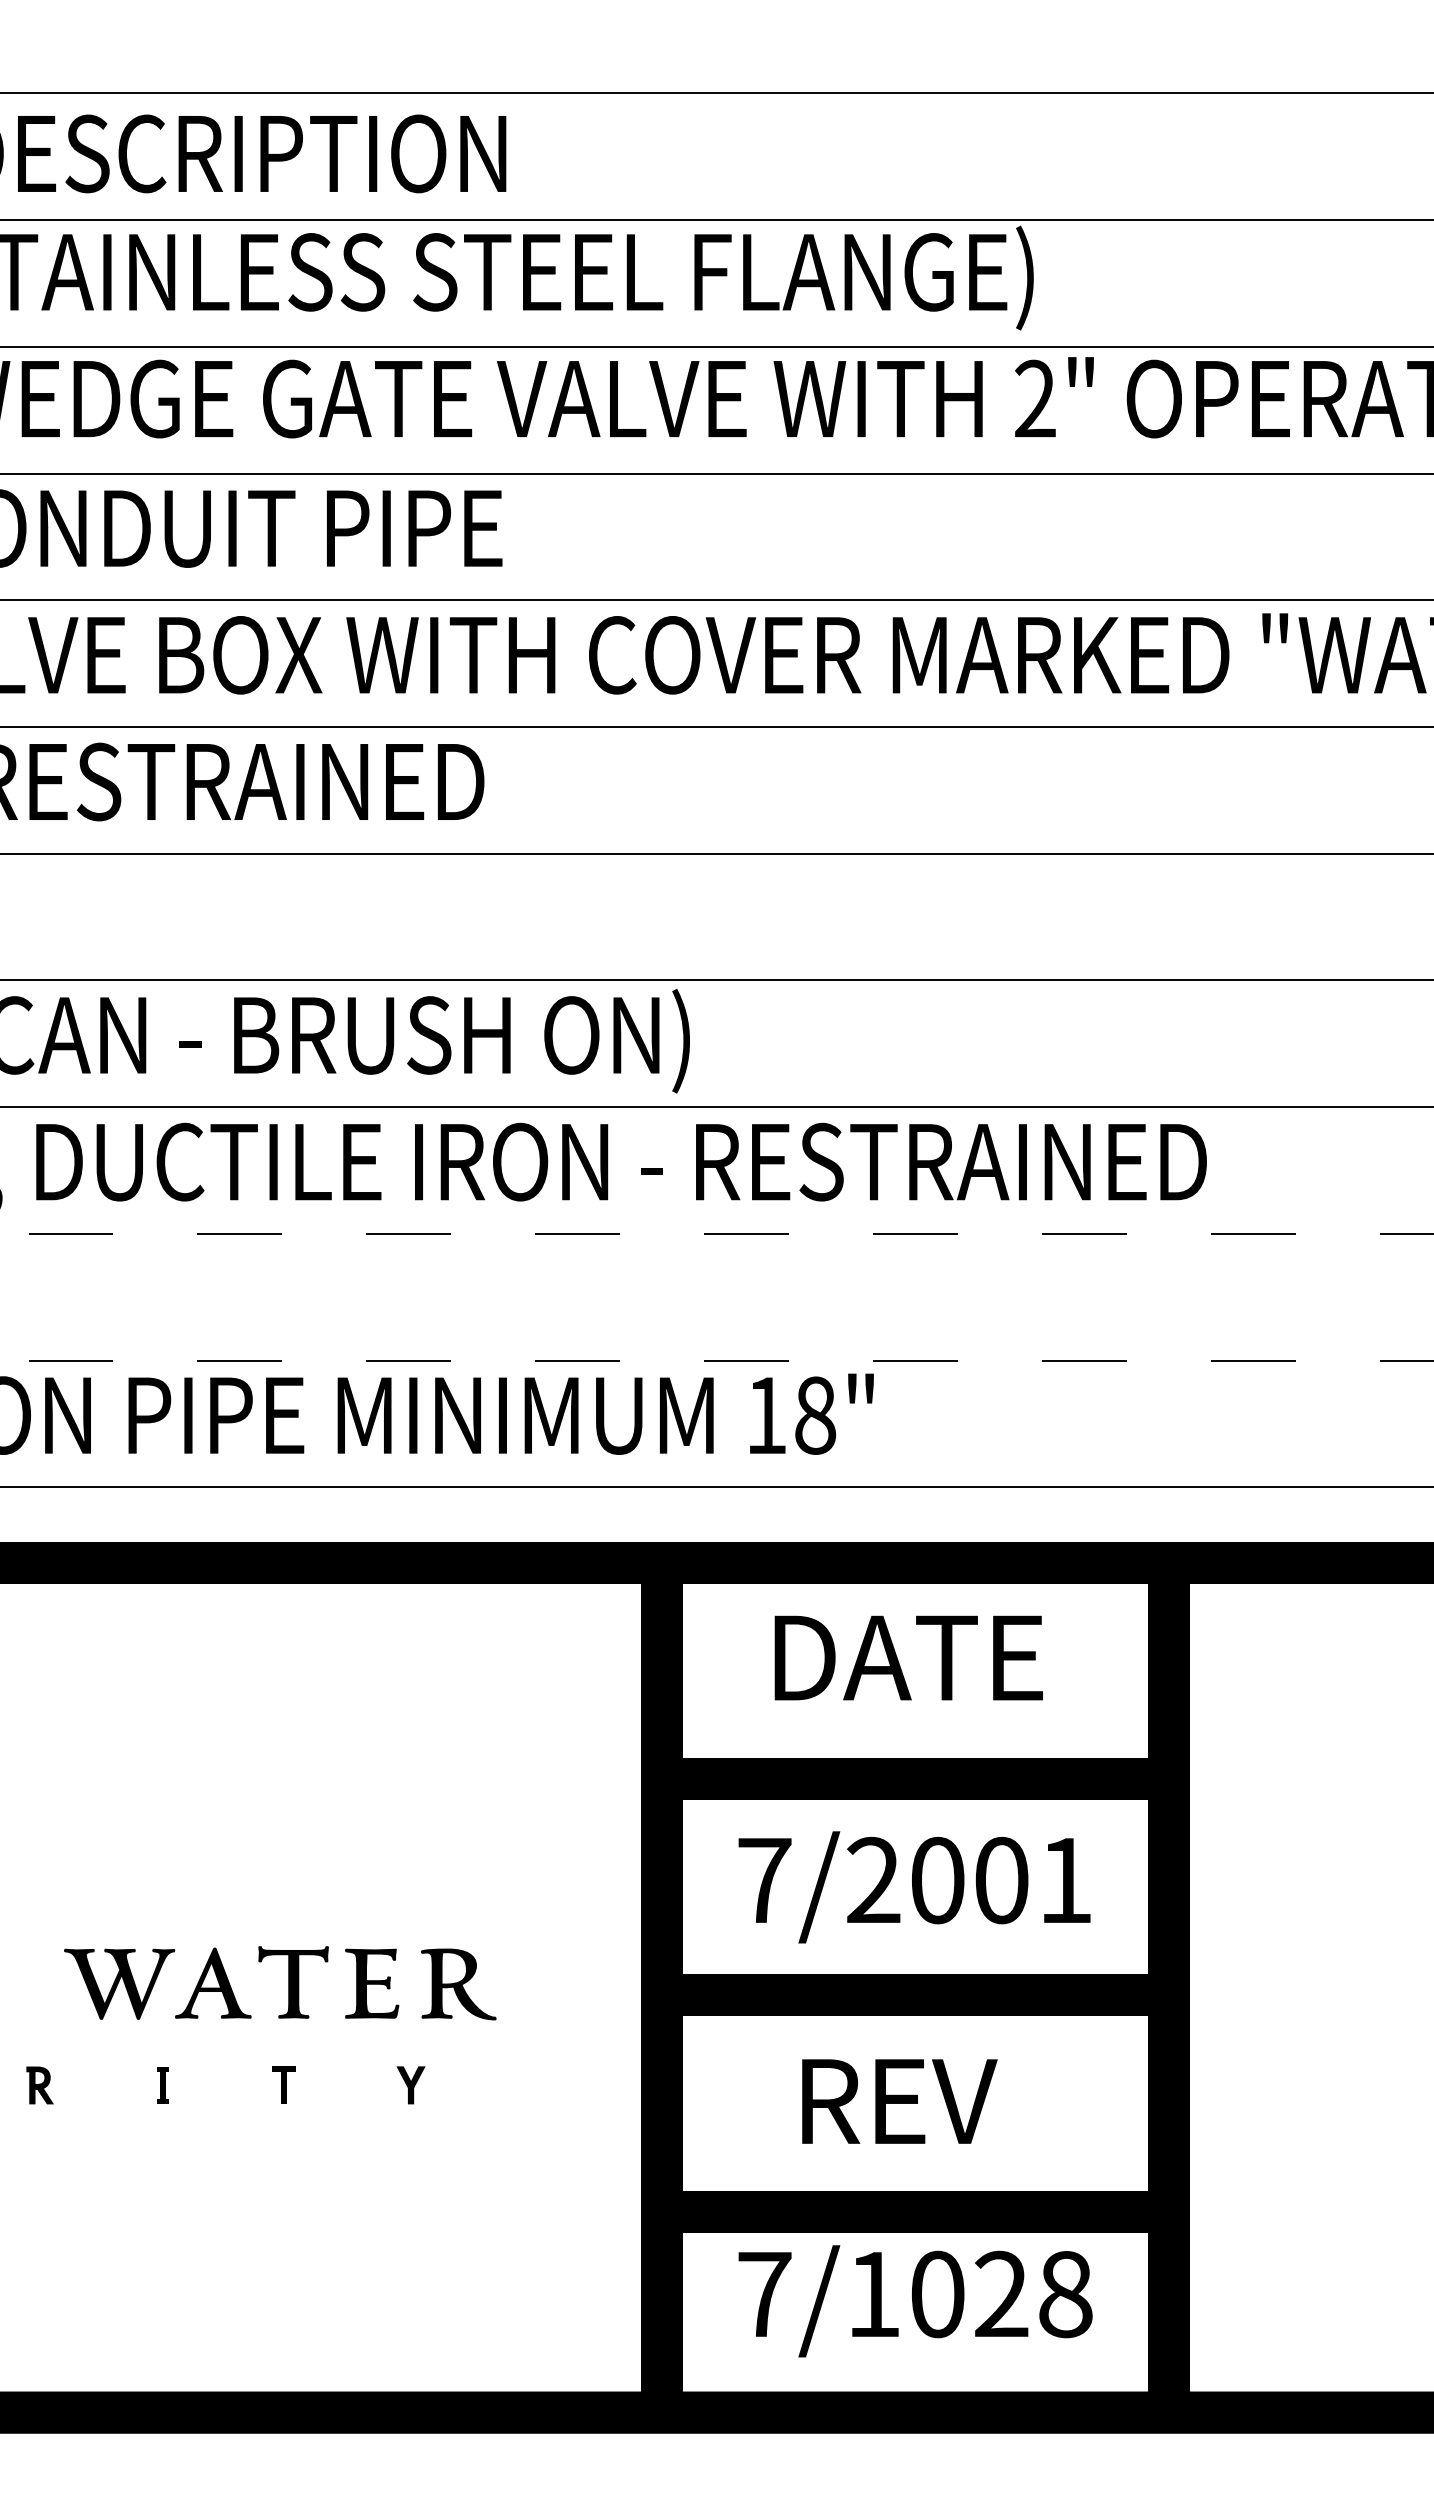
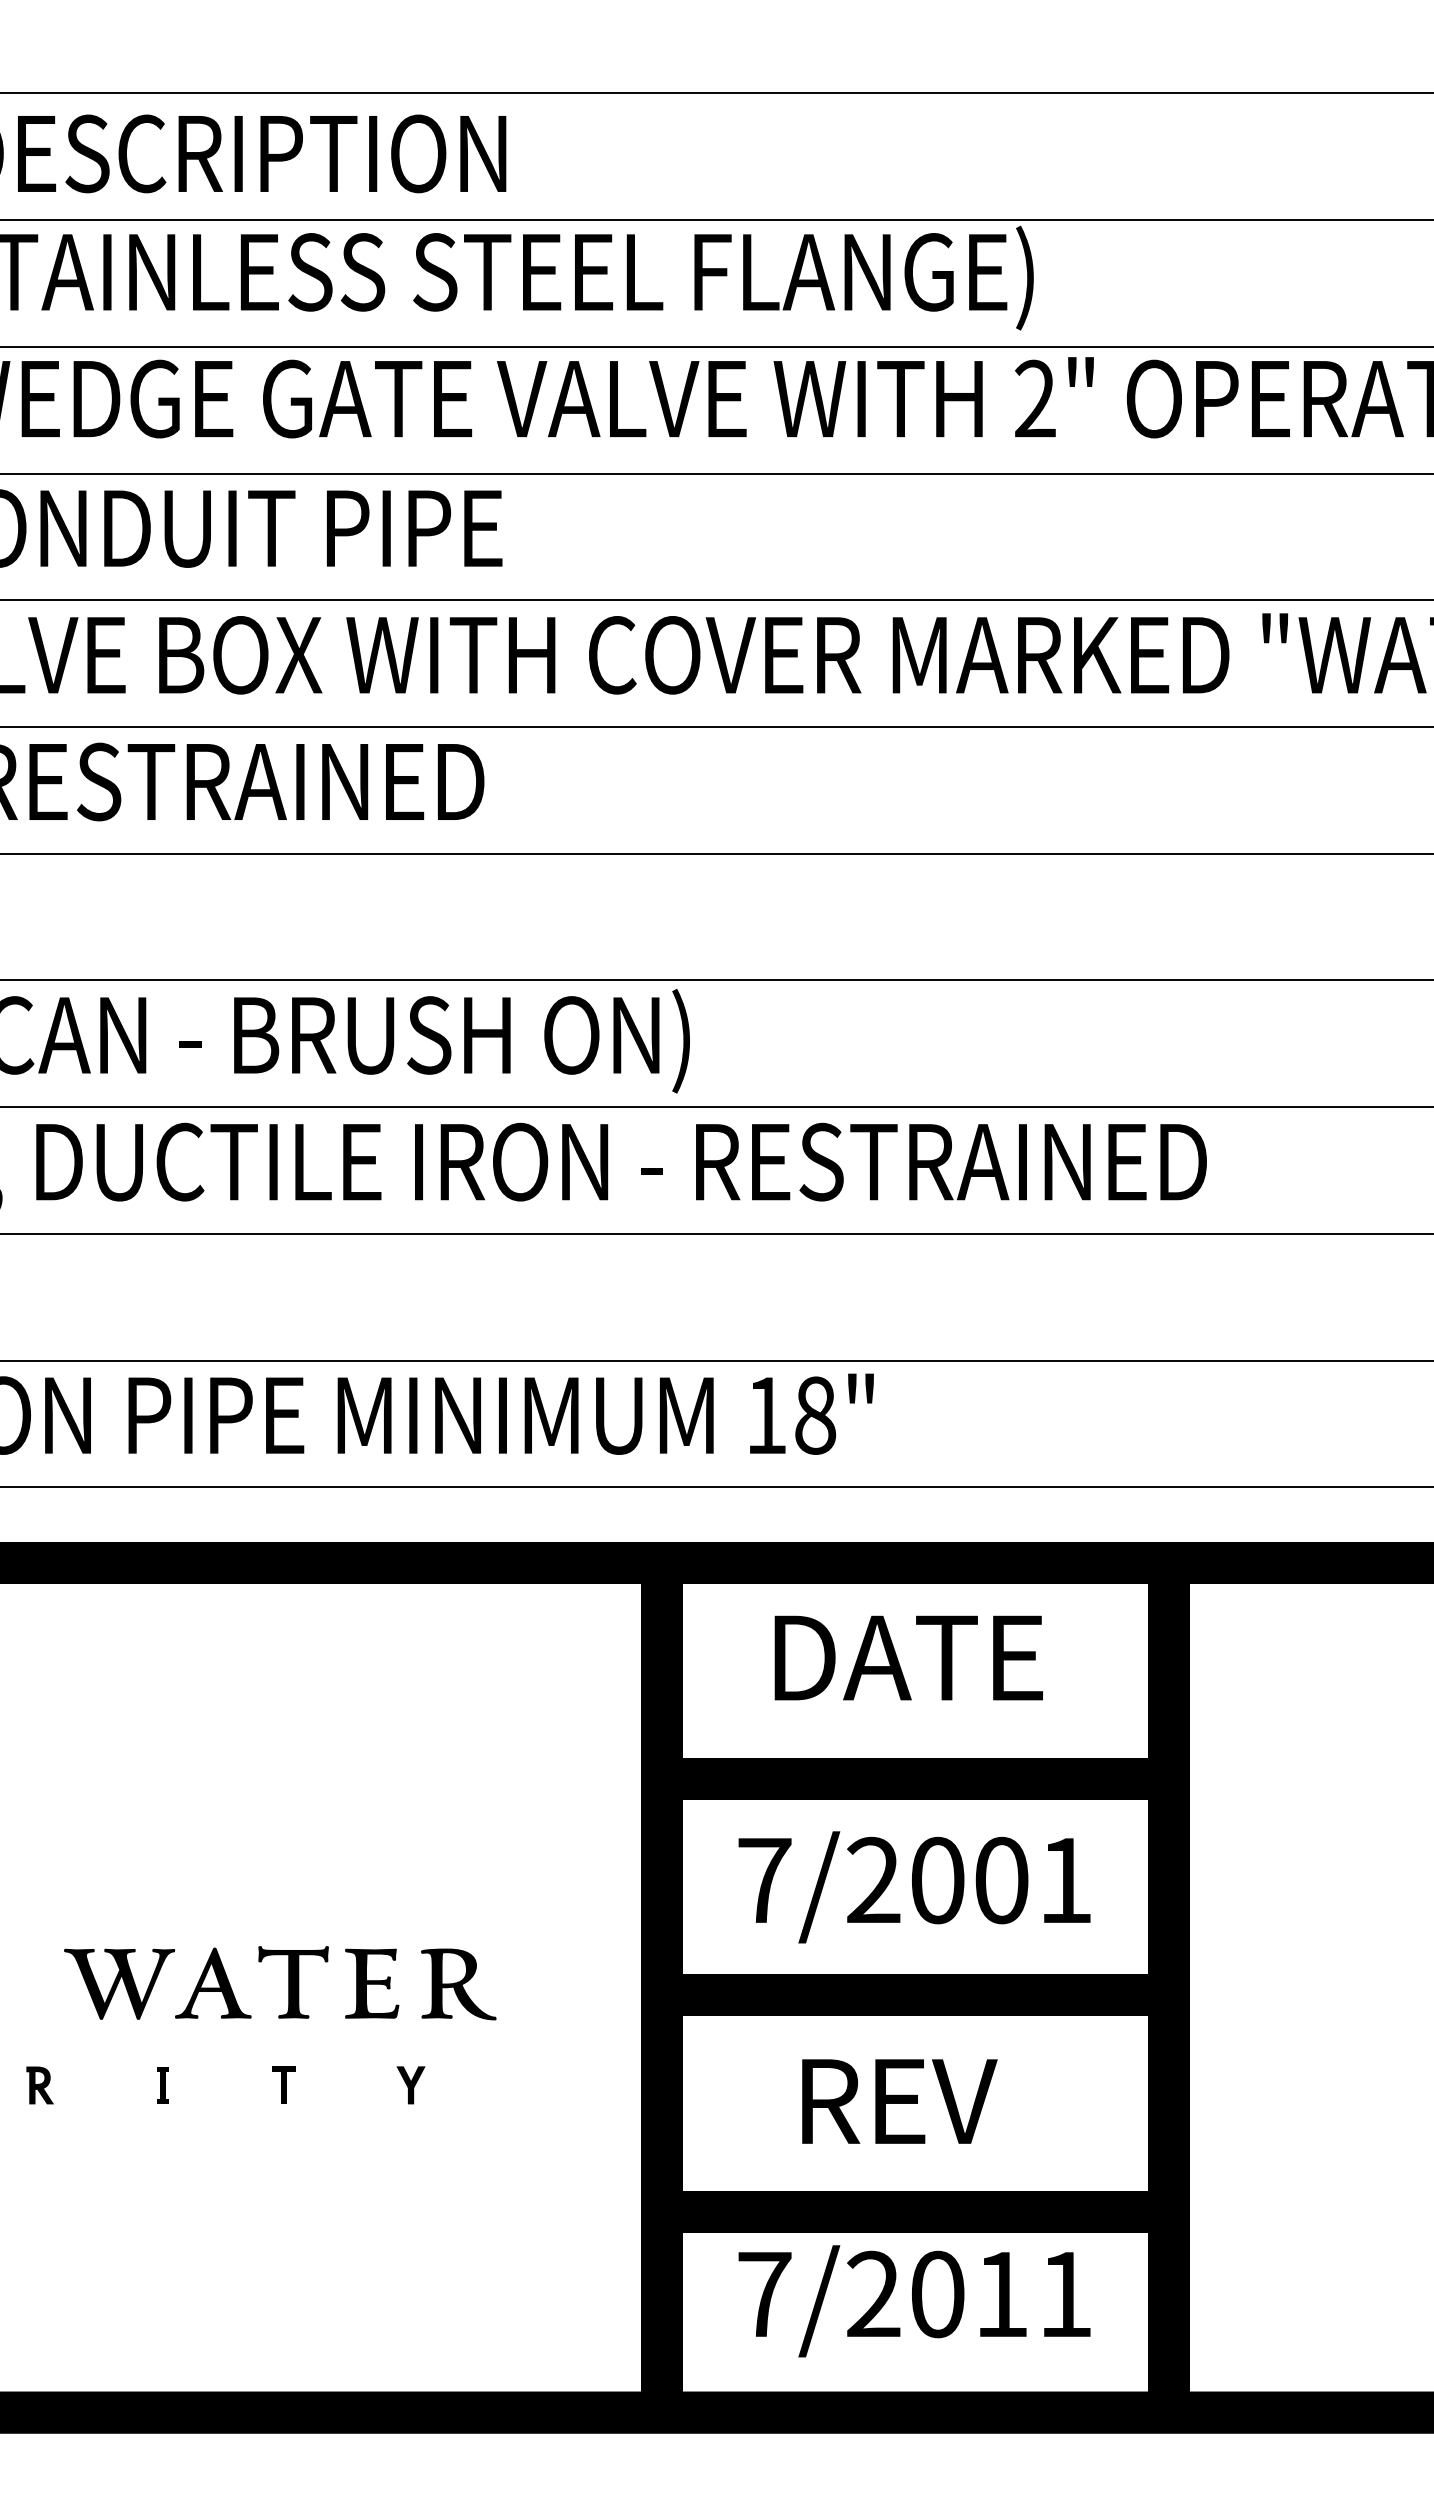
line at (716, 1233): dashed -> solid
line at (716, 1360): dashed -> solid
text at (969, 2294): 7/1028 -> 7/2011
